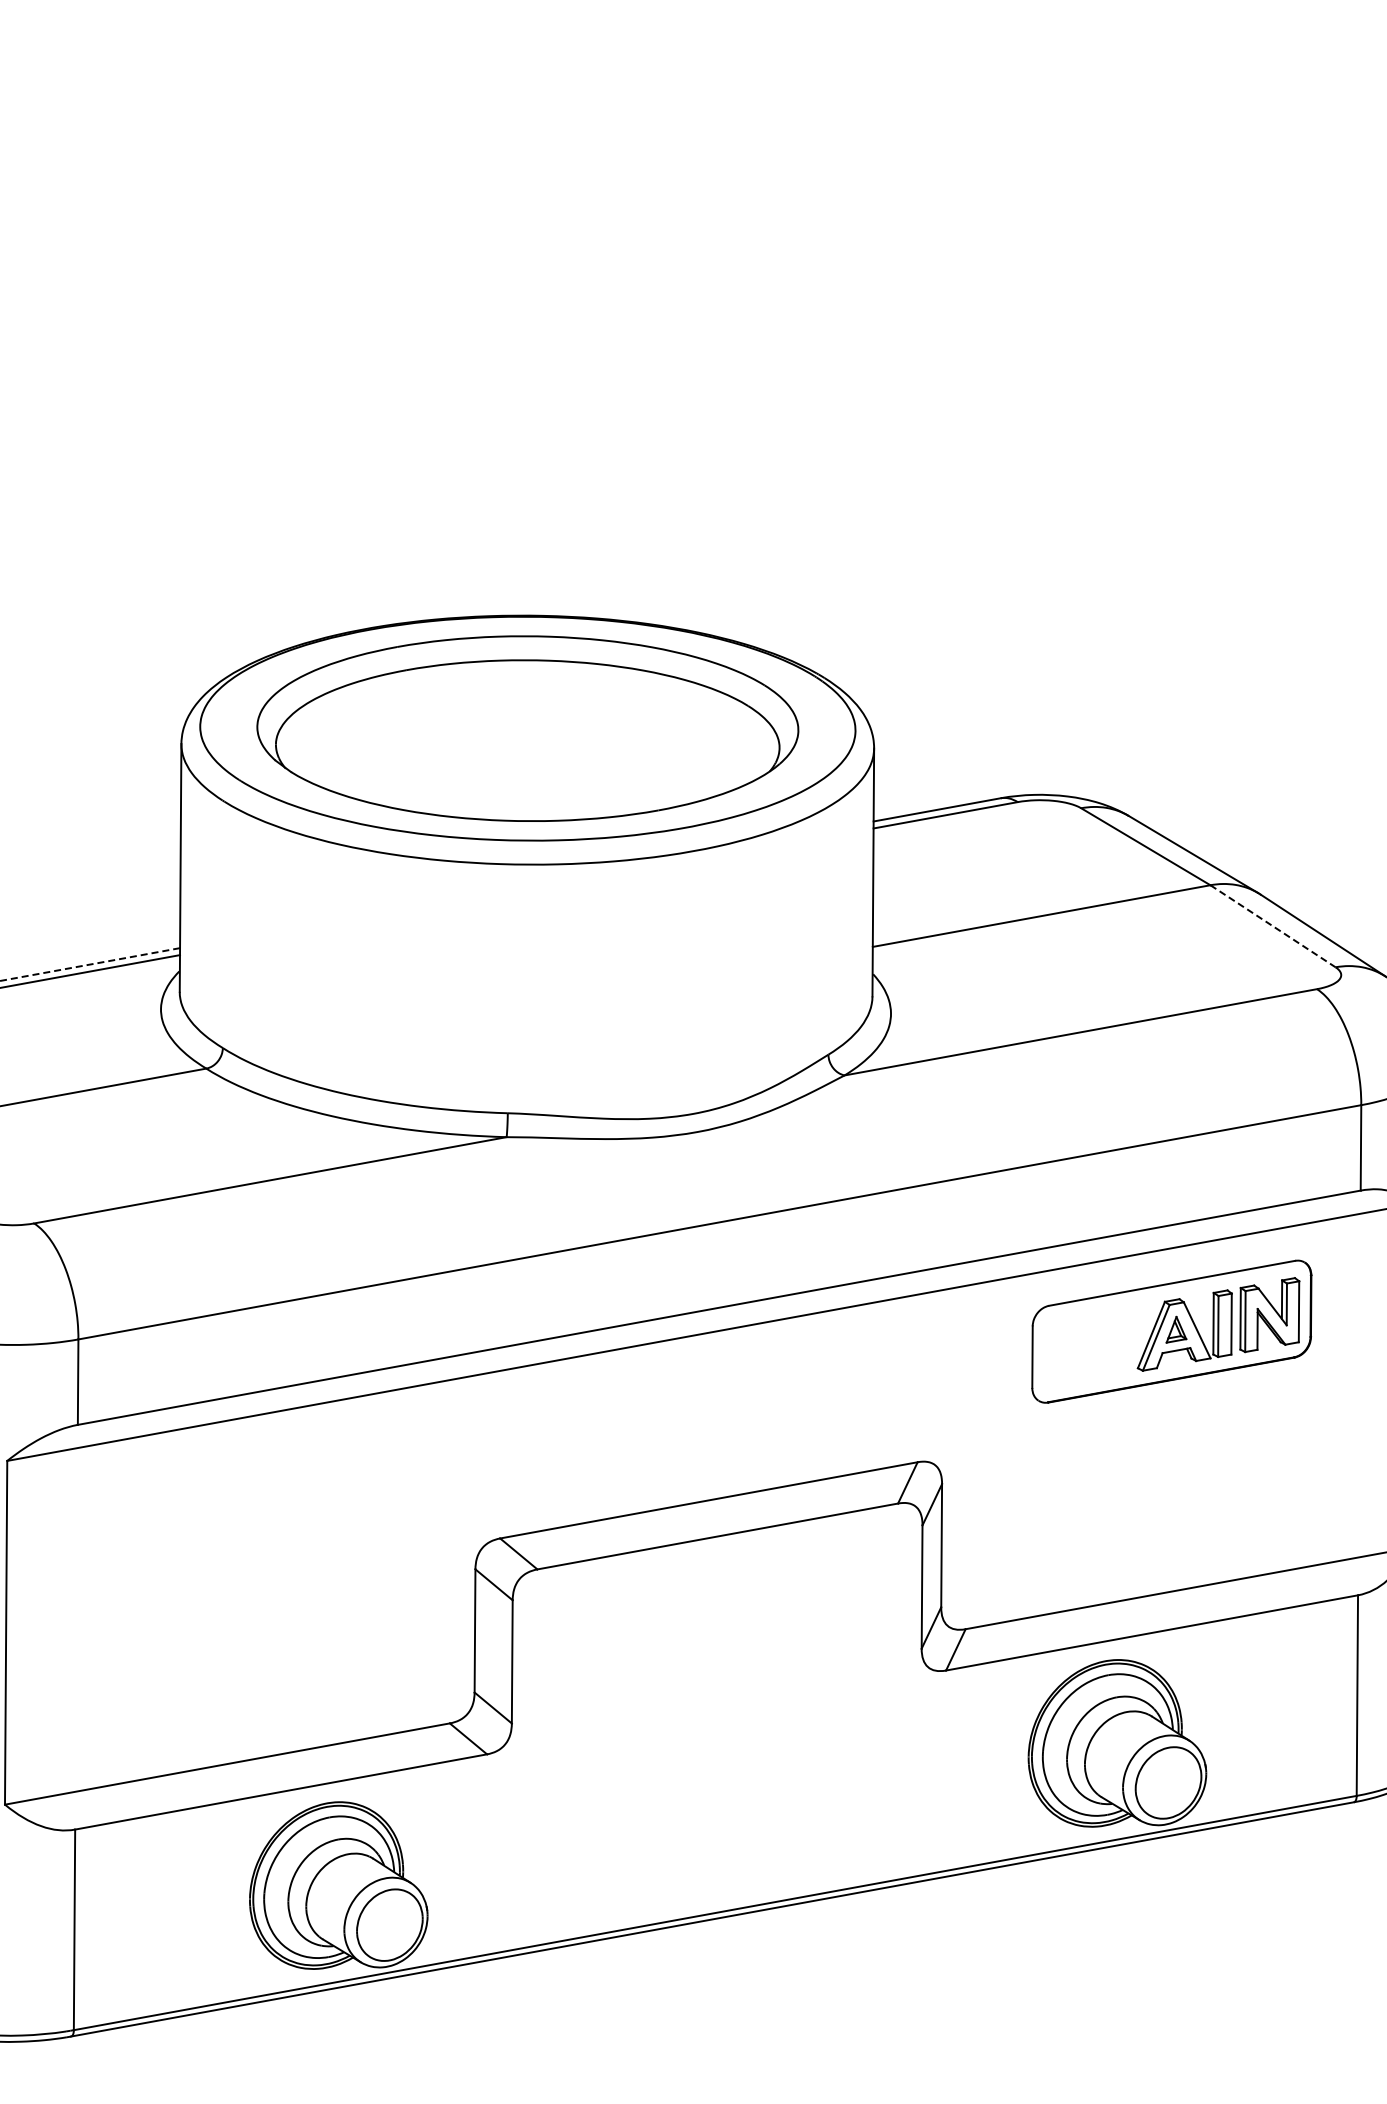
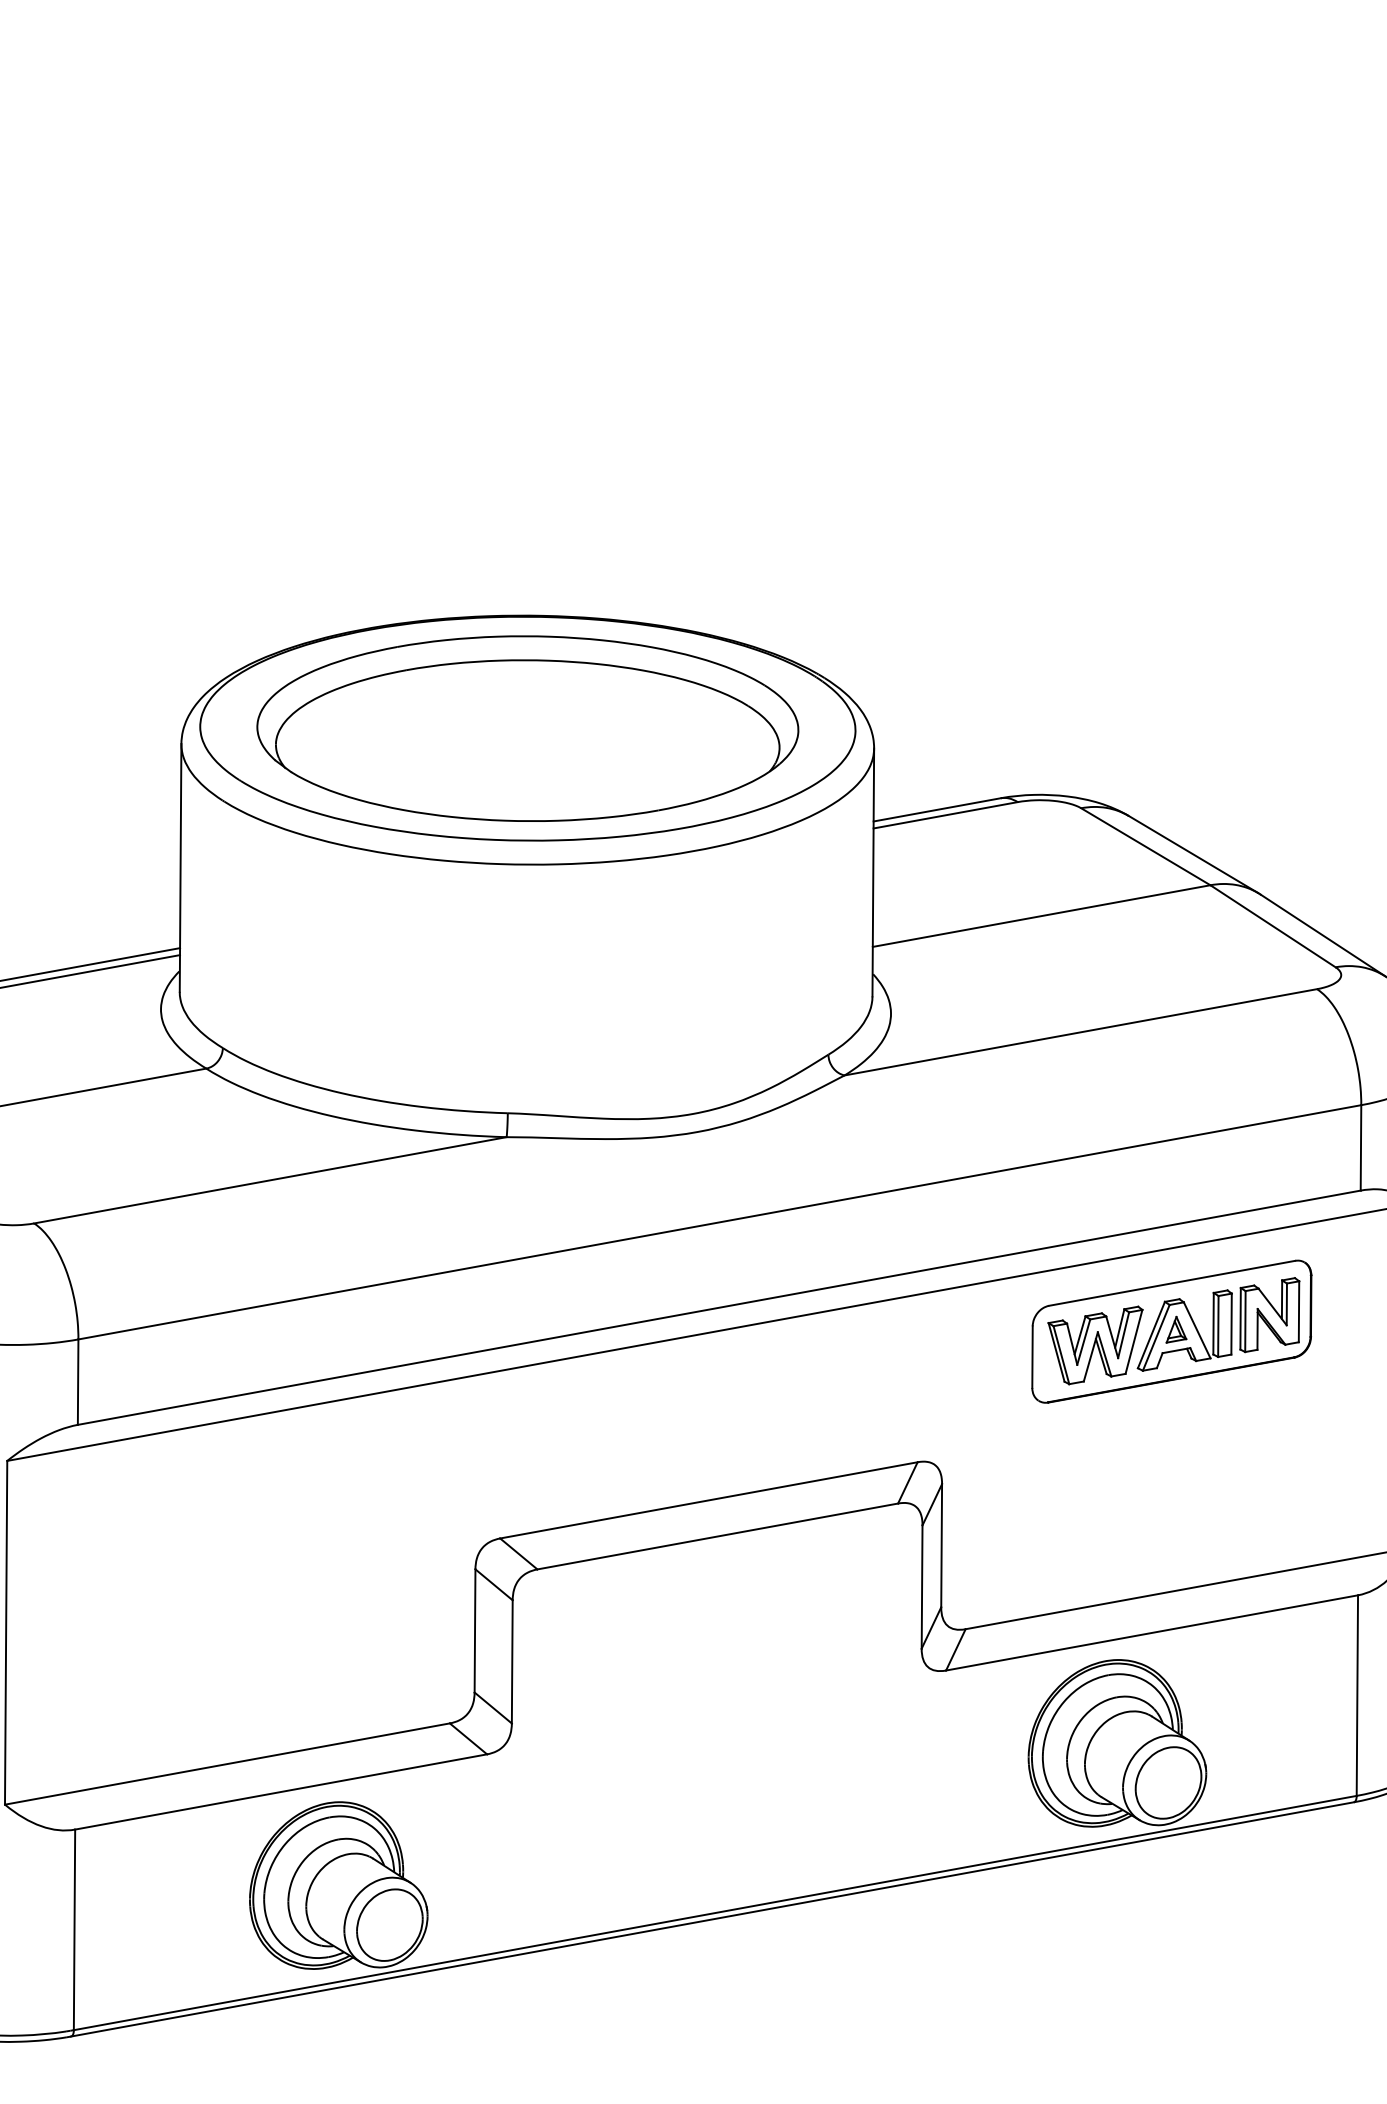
line at (1273, 926): dashed -> solid
line at (89, 964): dashed -> solid
part at (1095, 1345): none -> present
